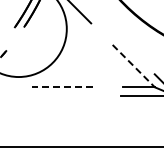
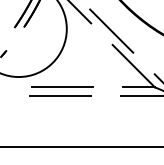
line at (111, 30): none -> present
line at (133, 66): dashed -> solid
line at (61, 87): dashed -> solid
line at (59, 96): none -> present
